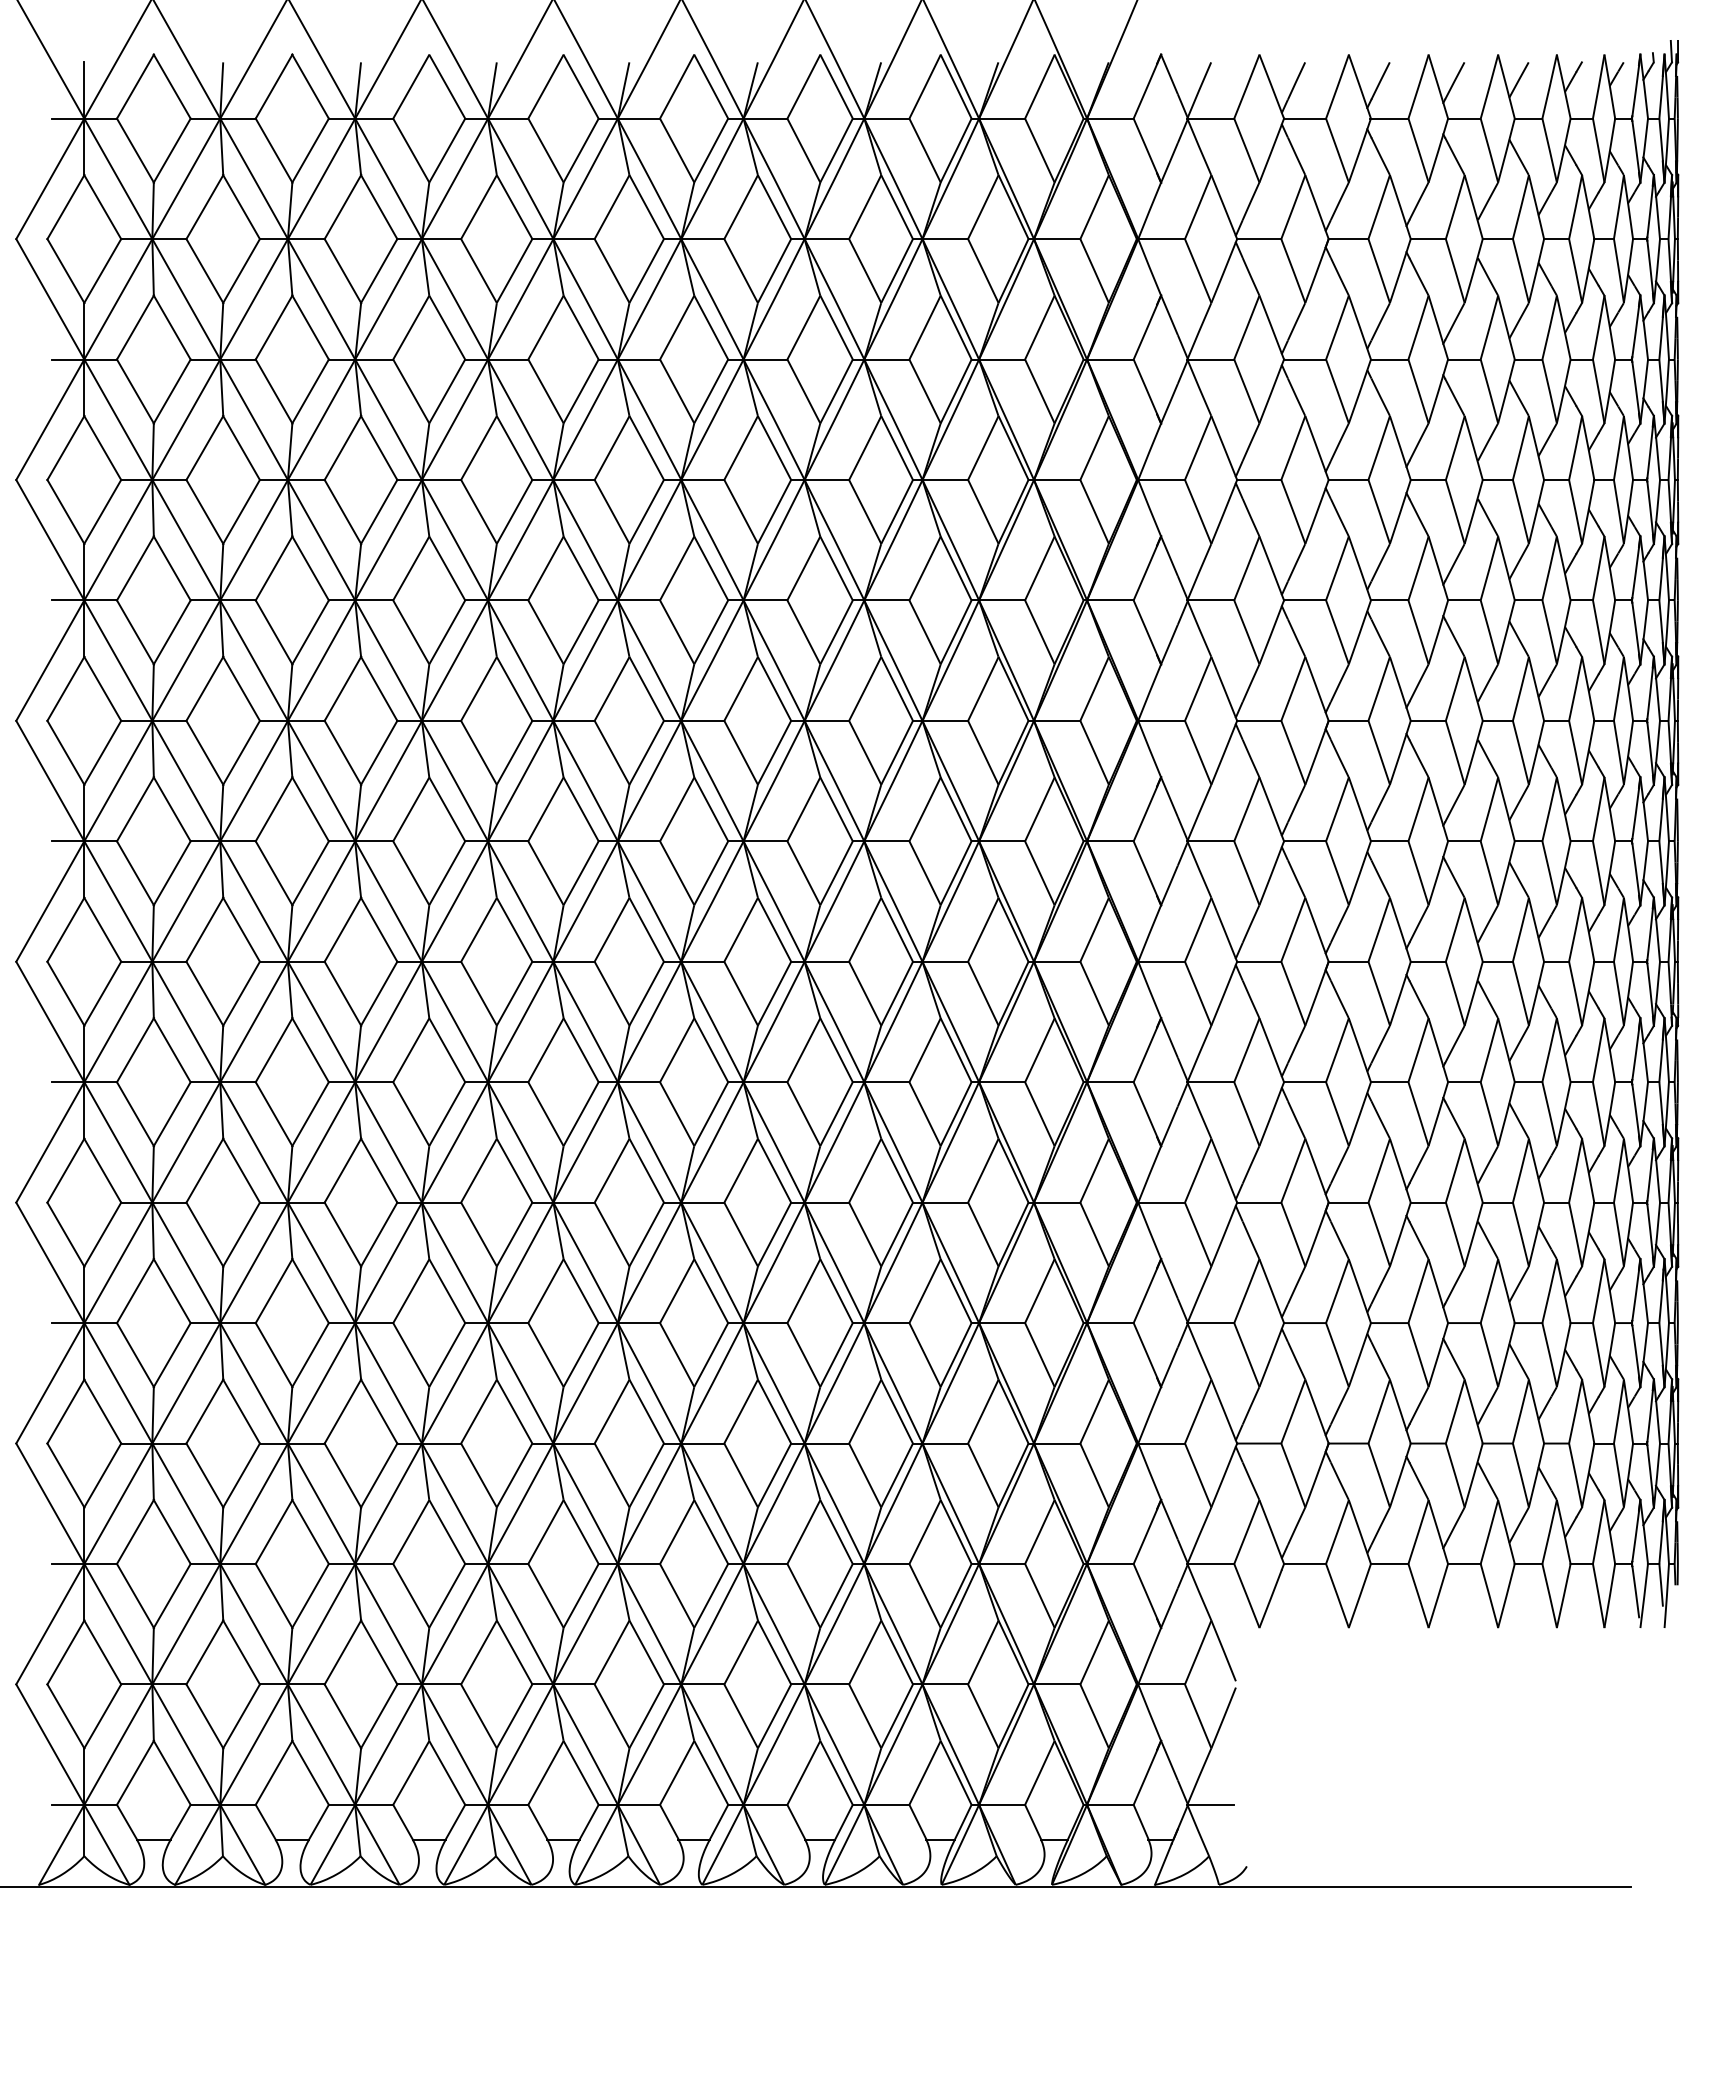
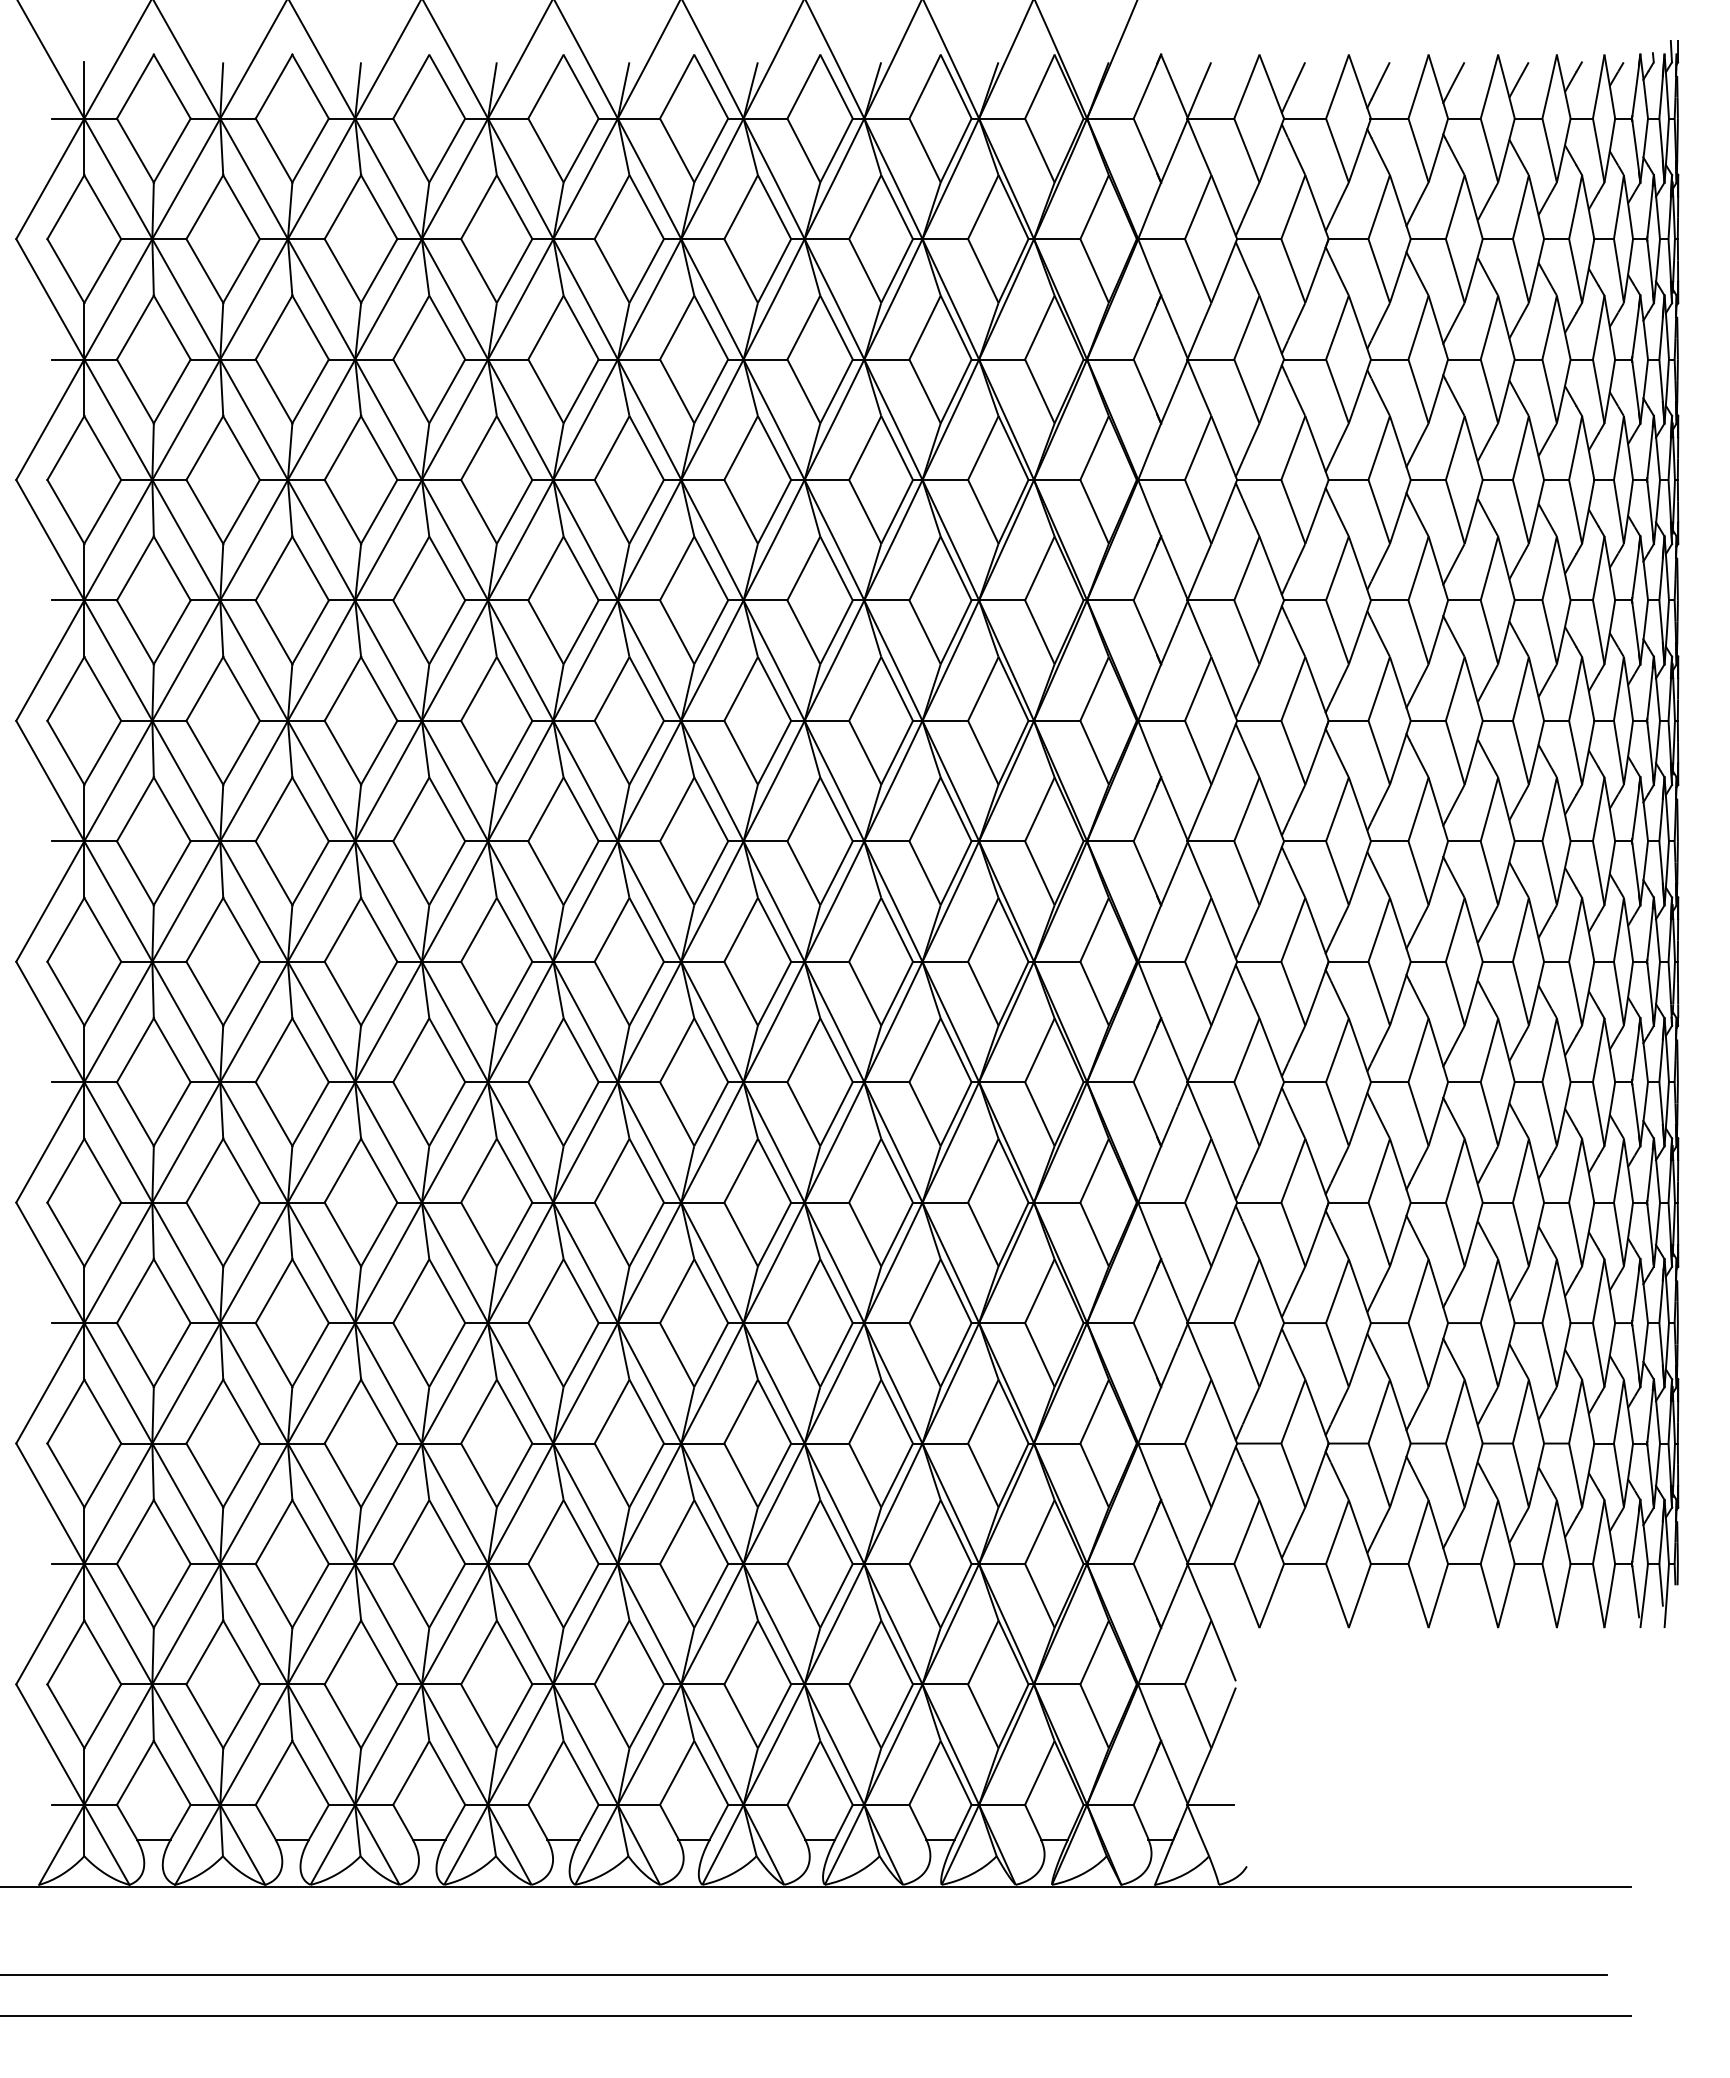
line at (804, 1974): none -> present
line at (816, 2015): none -> present
